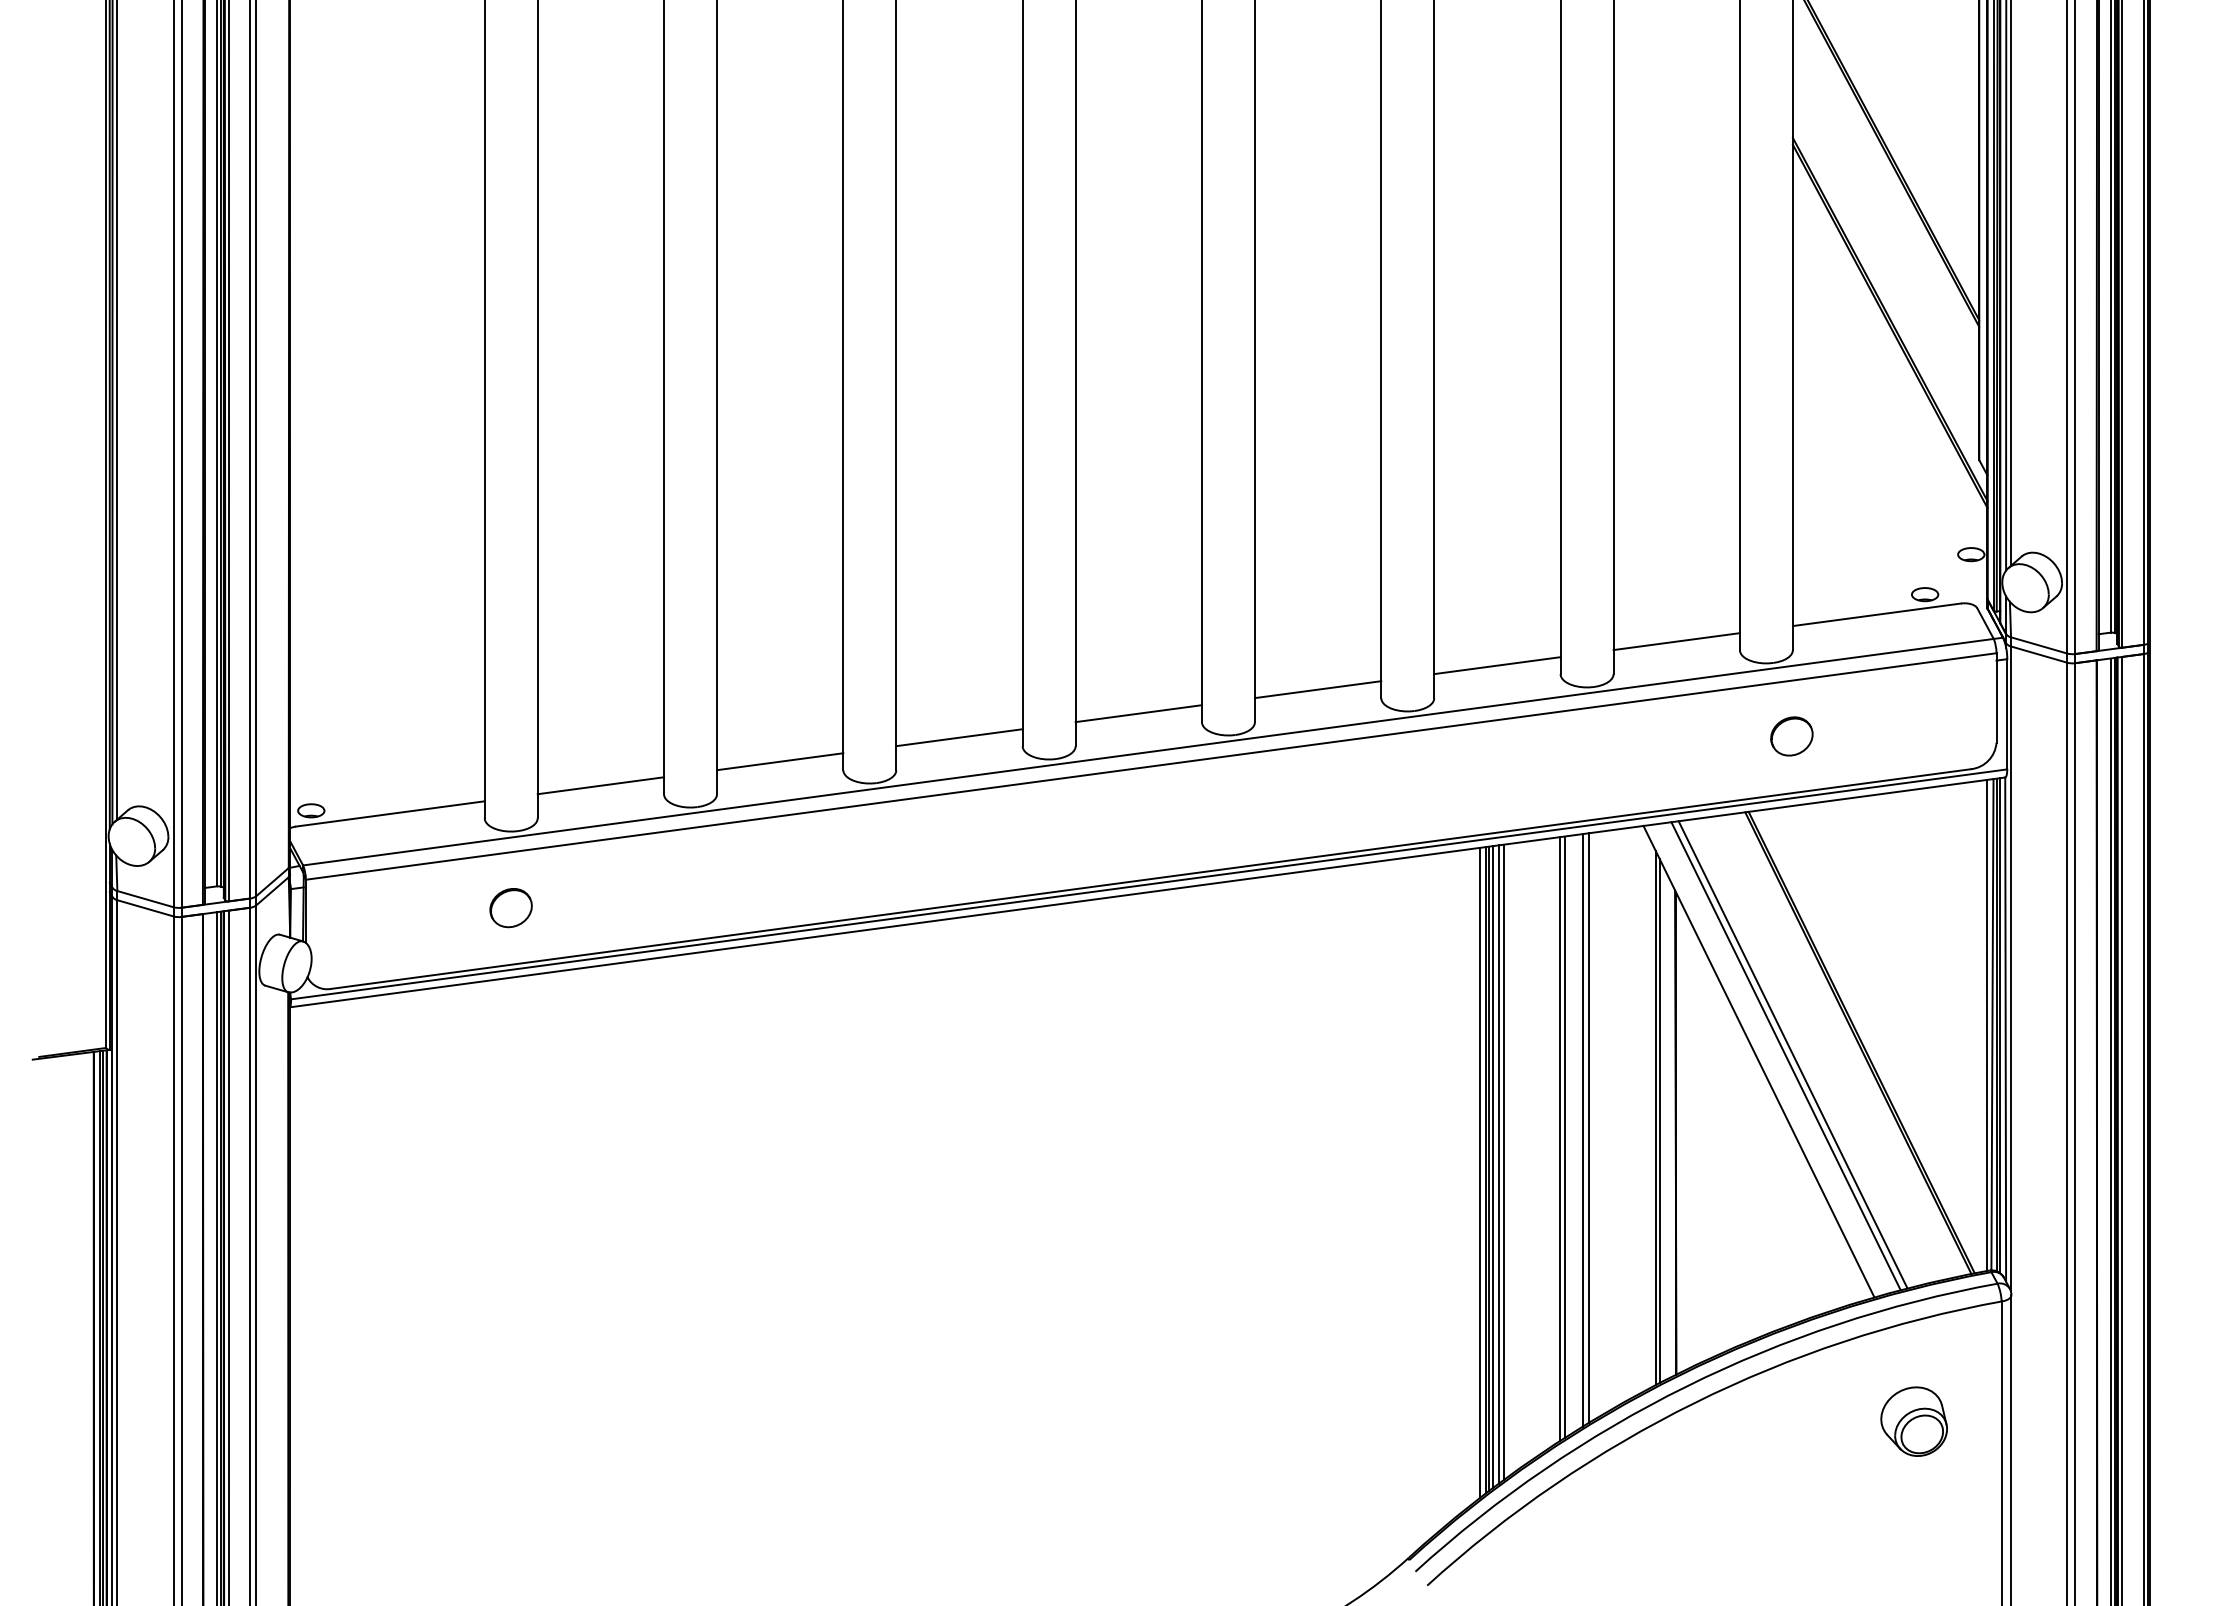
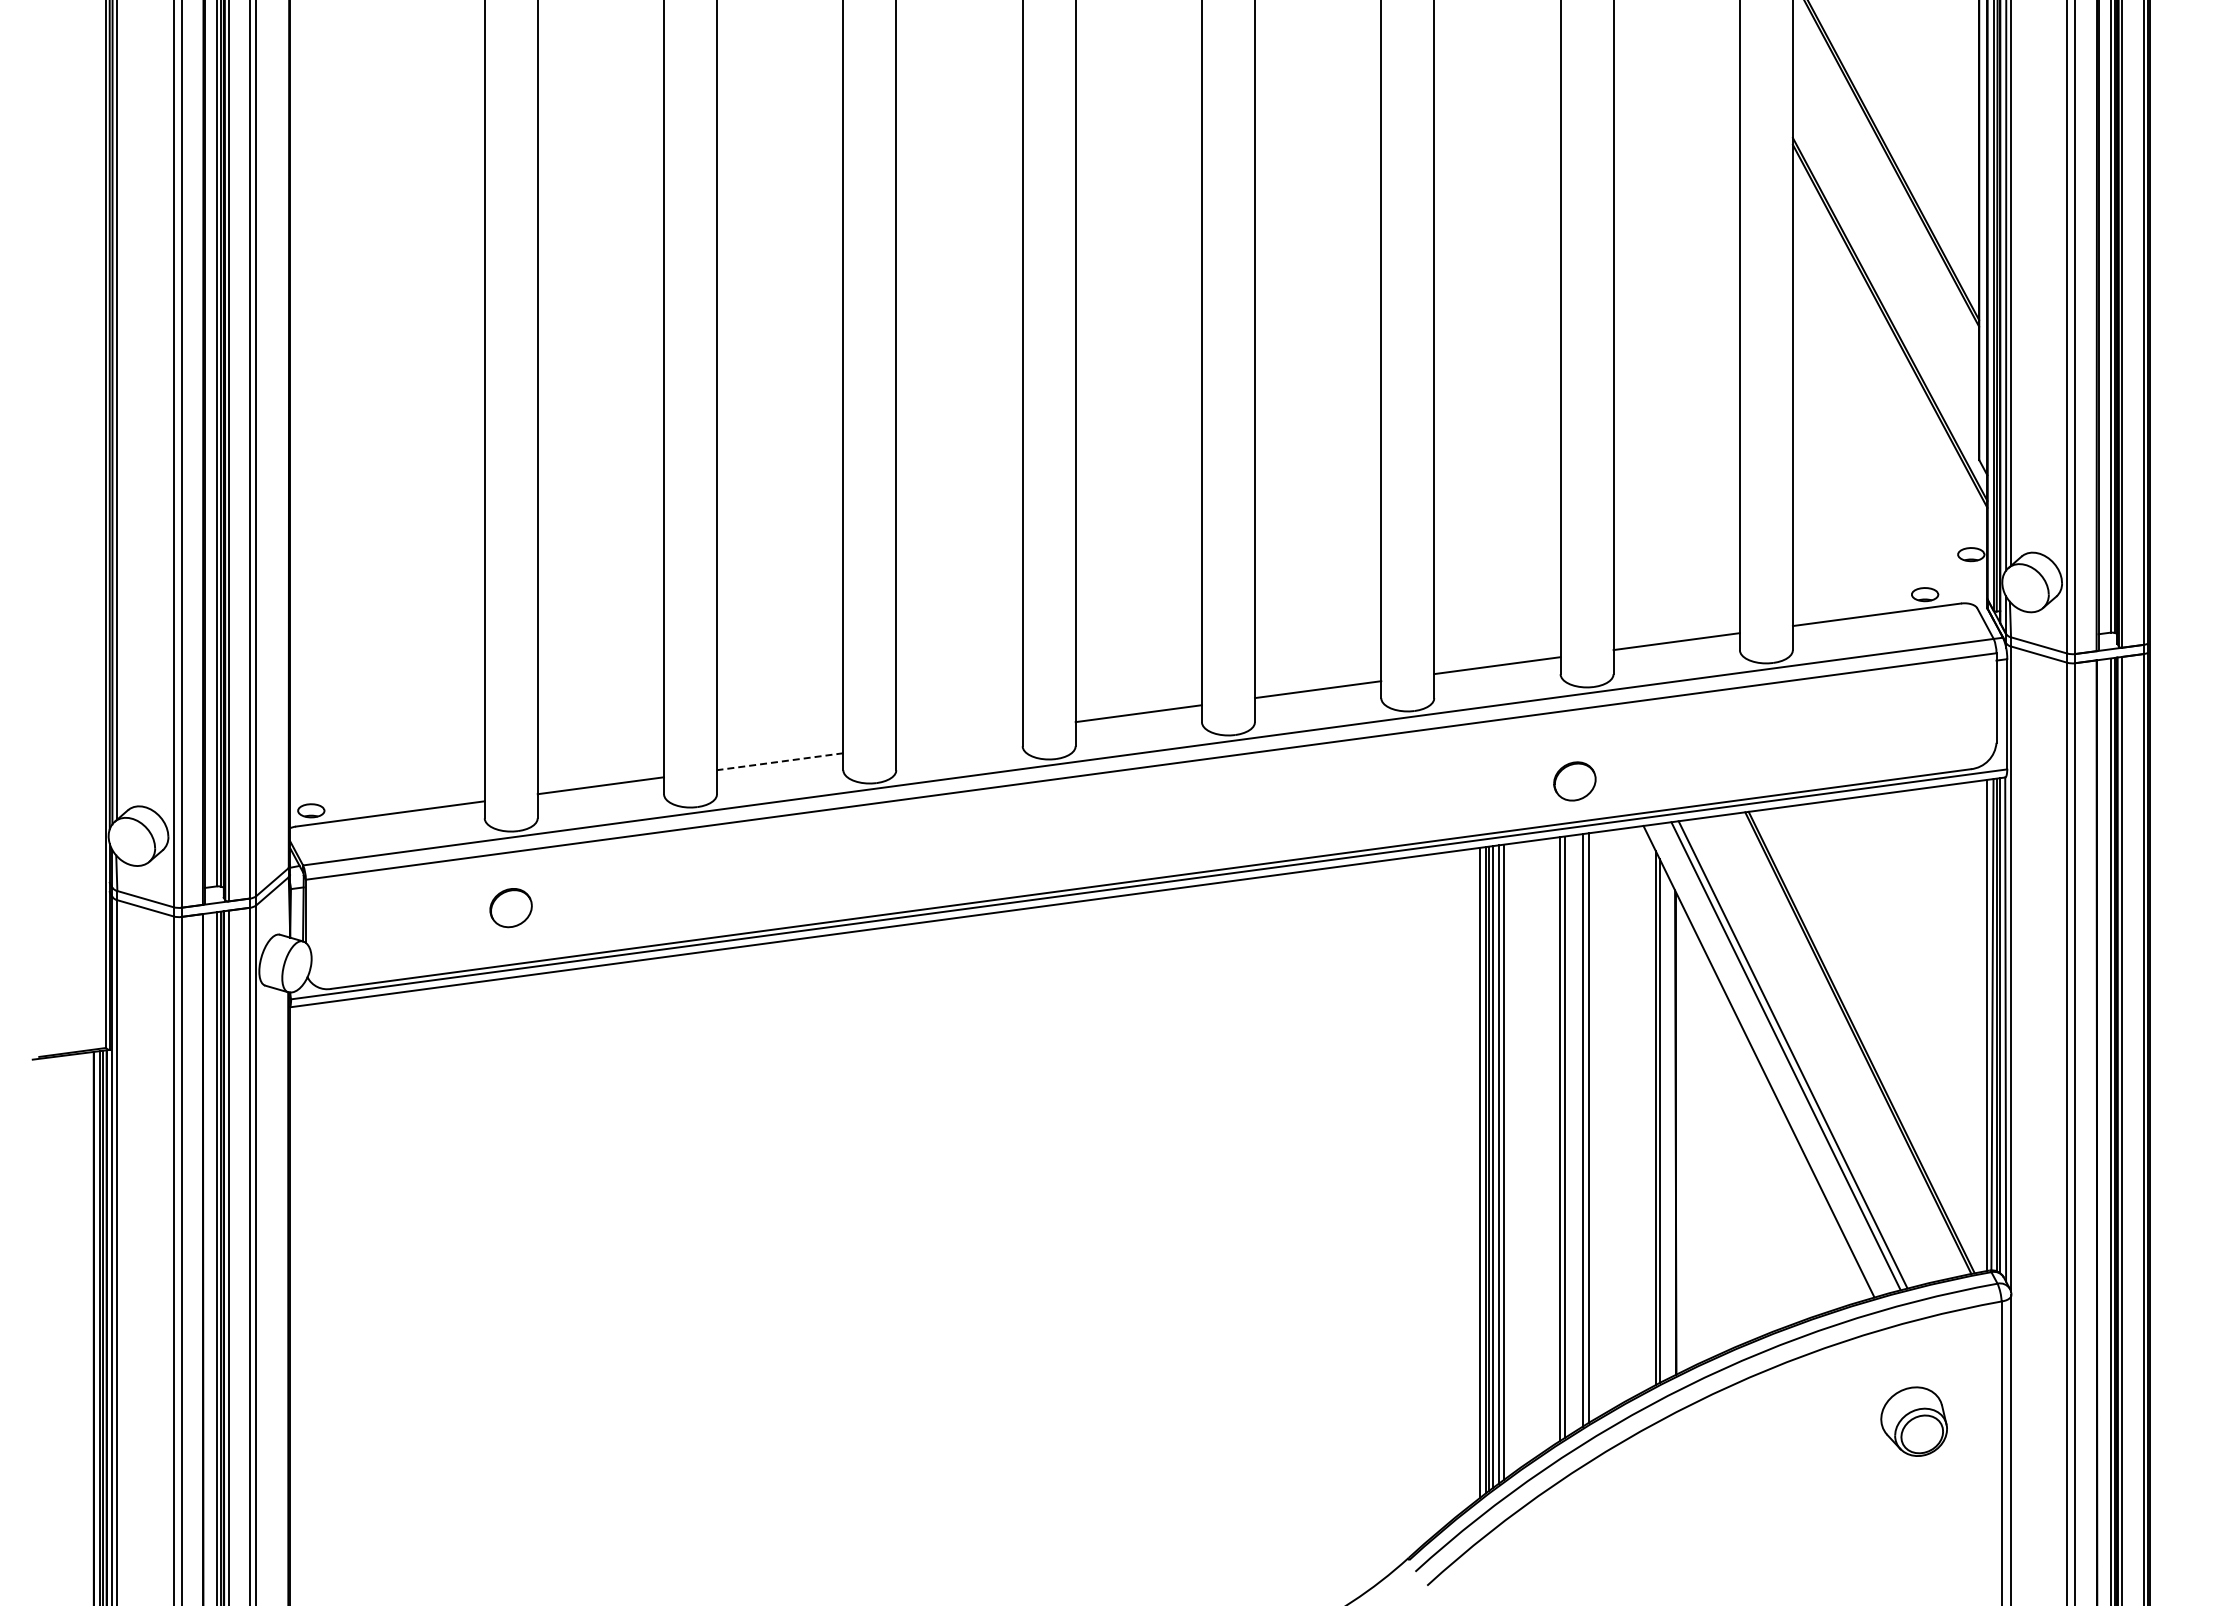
part at (1791, 736) position: (1791, 736) -> (1574, 781)
line at (959, 737): present -> none
line at (780, 761): solid -> dashed
